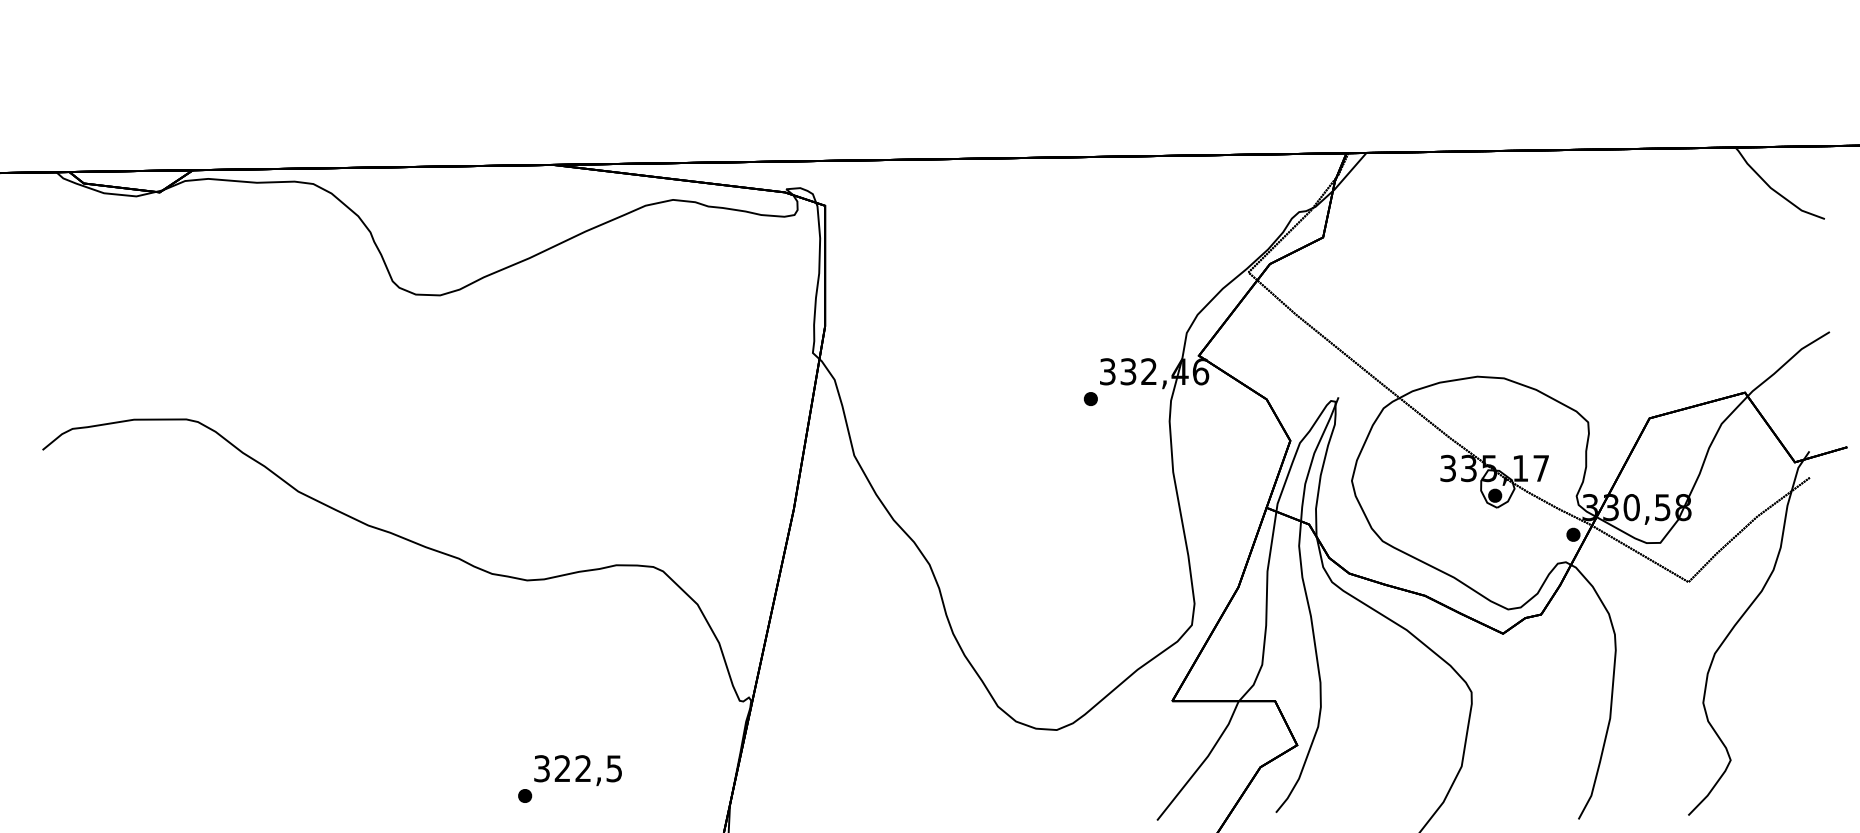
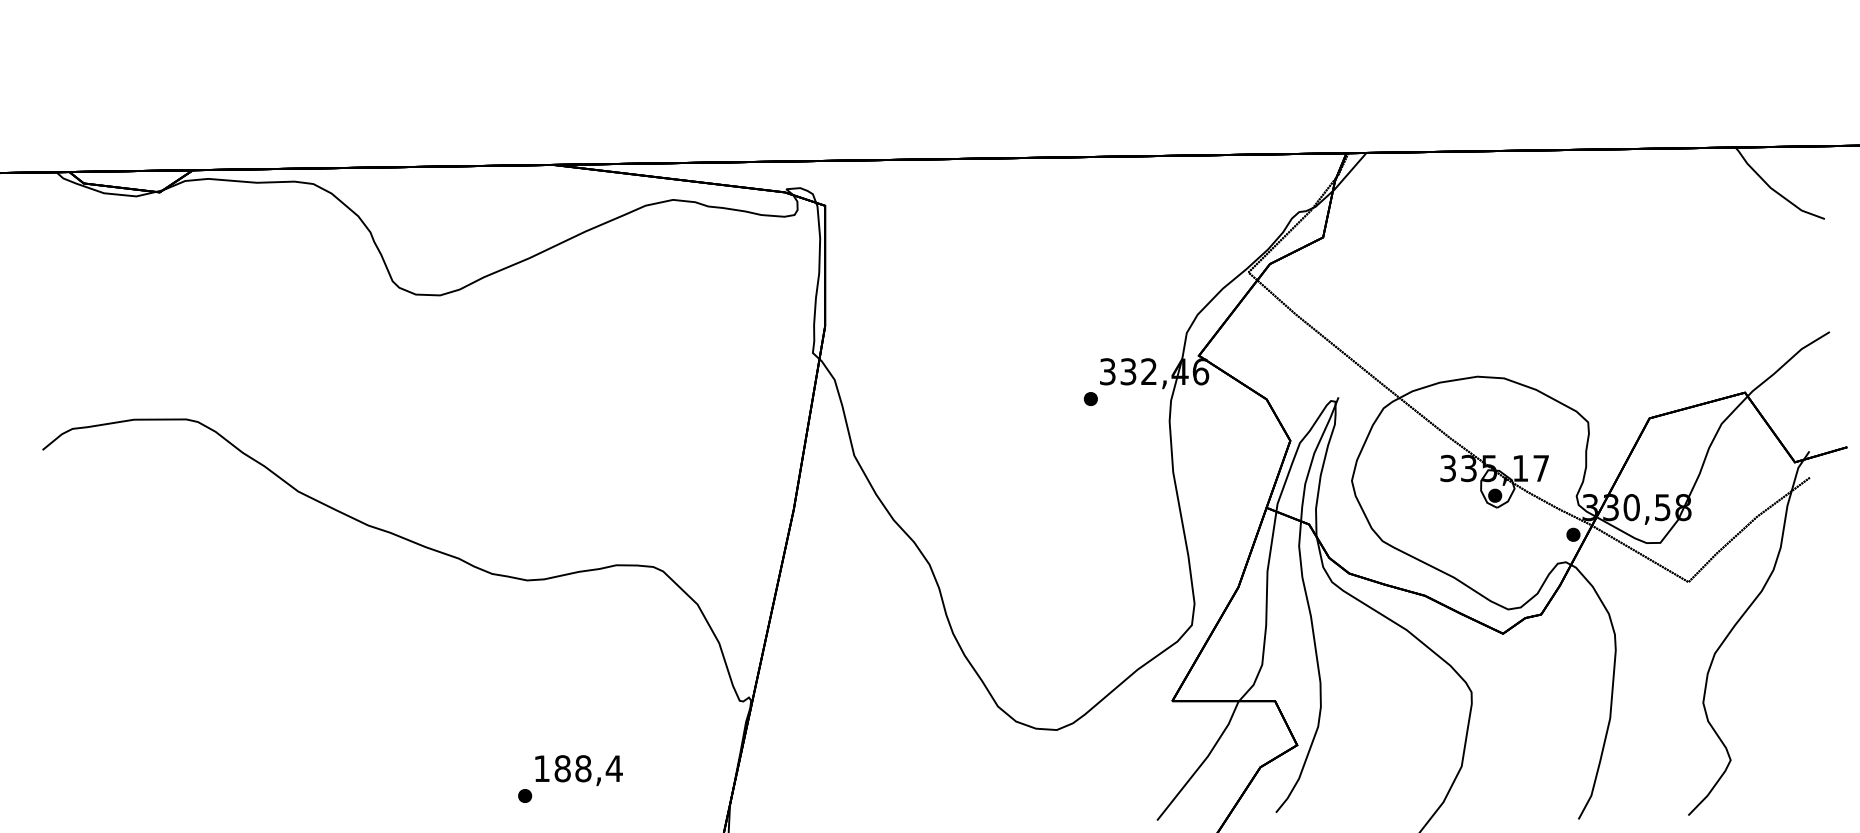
text at (578, 768): 322,5 -> 188,4
